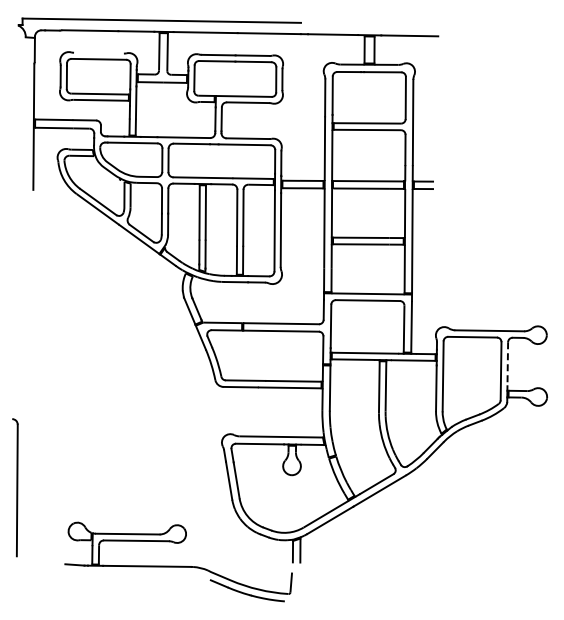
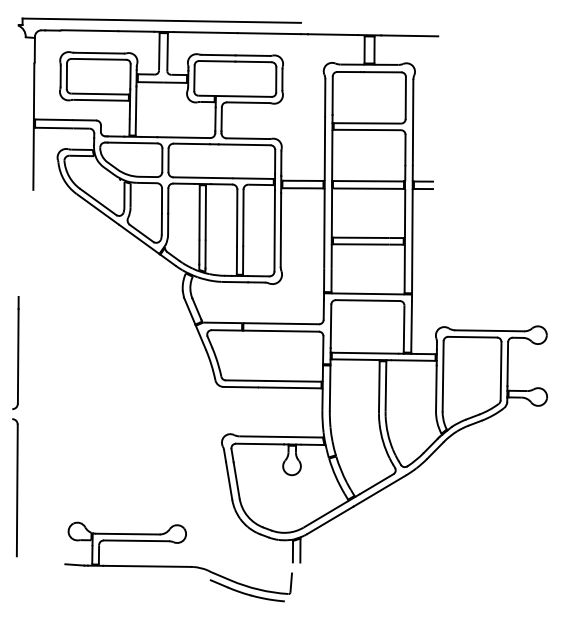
line at (98, 52): none -> present
part at (15, 352): none -> present
line at (507, 364): dashed -> solid
